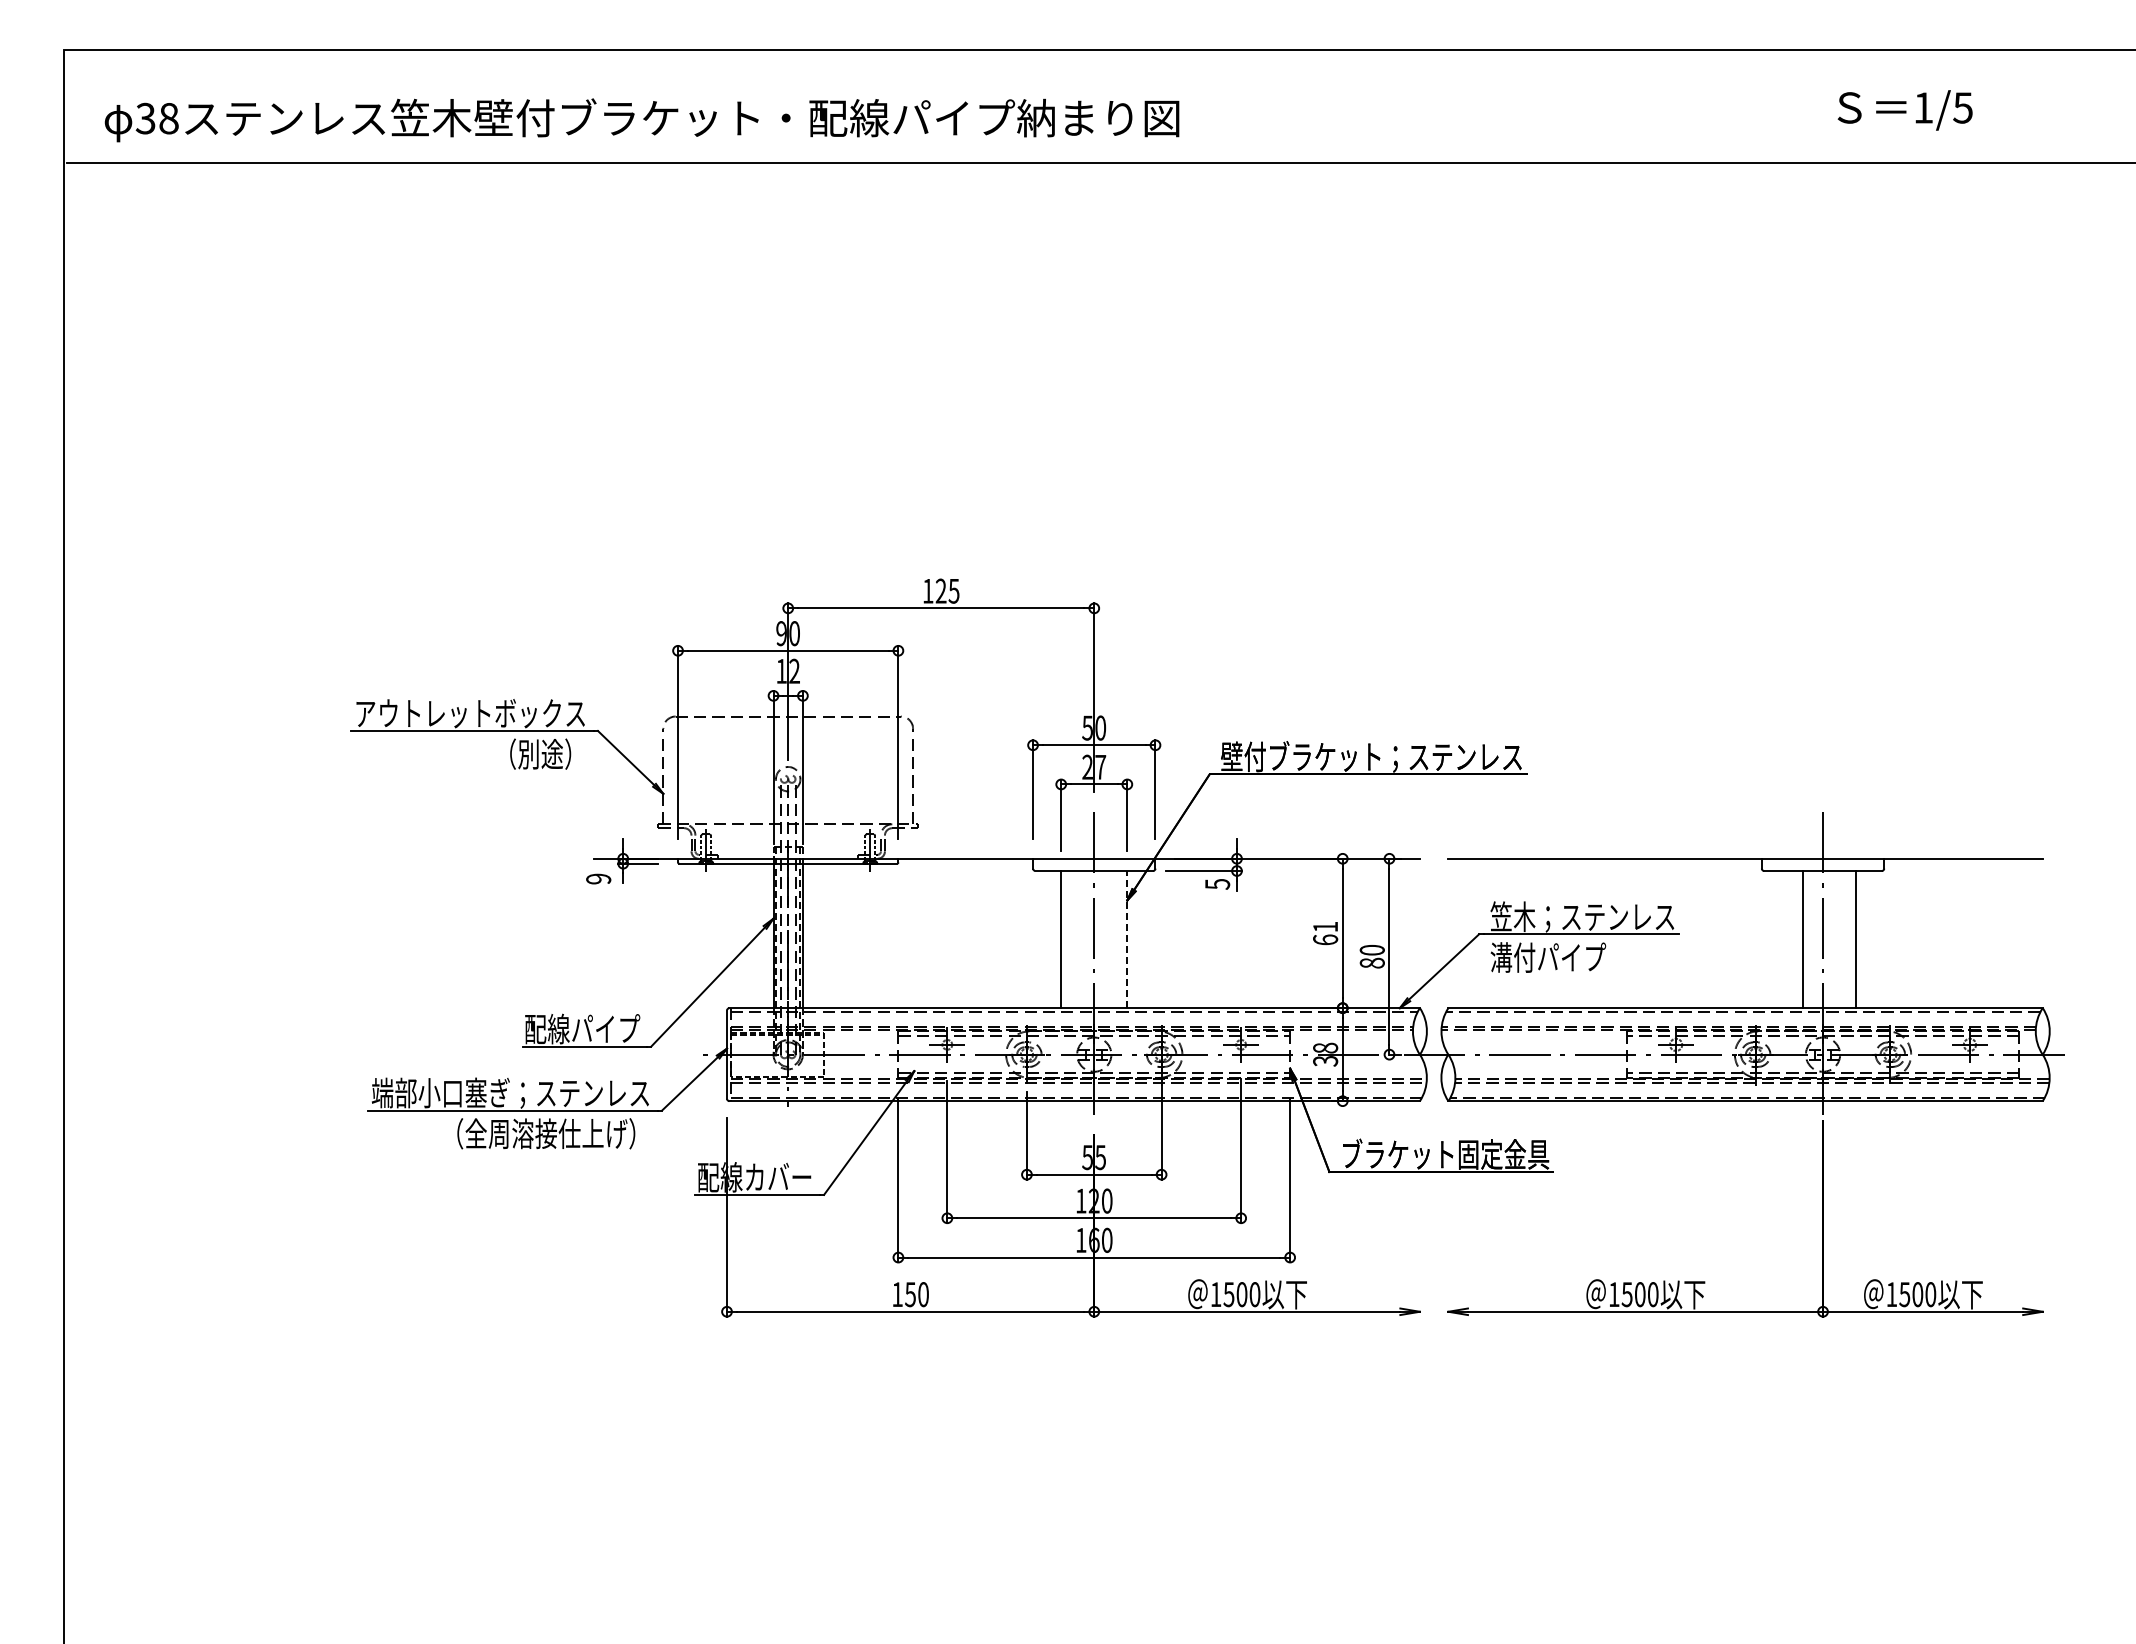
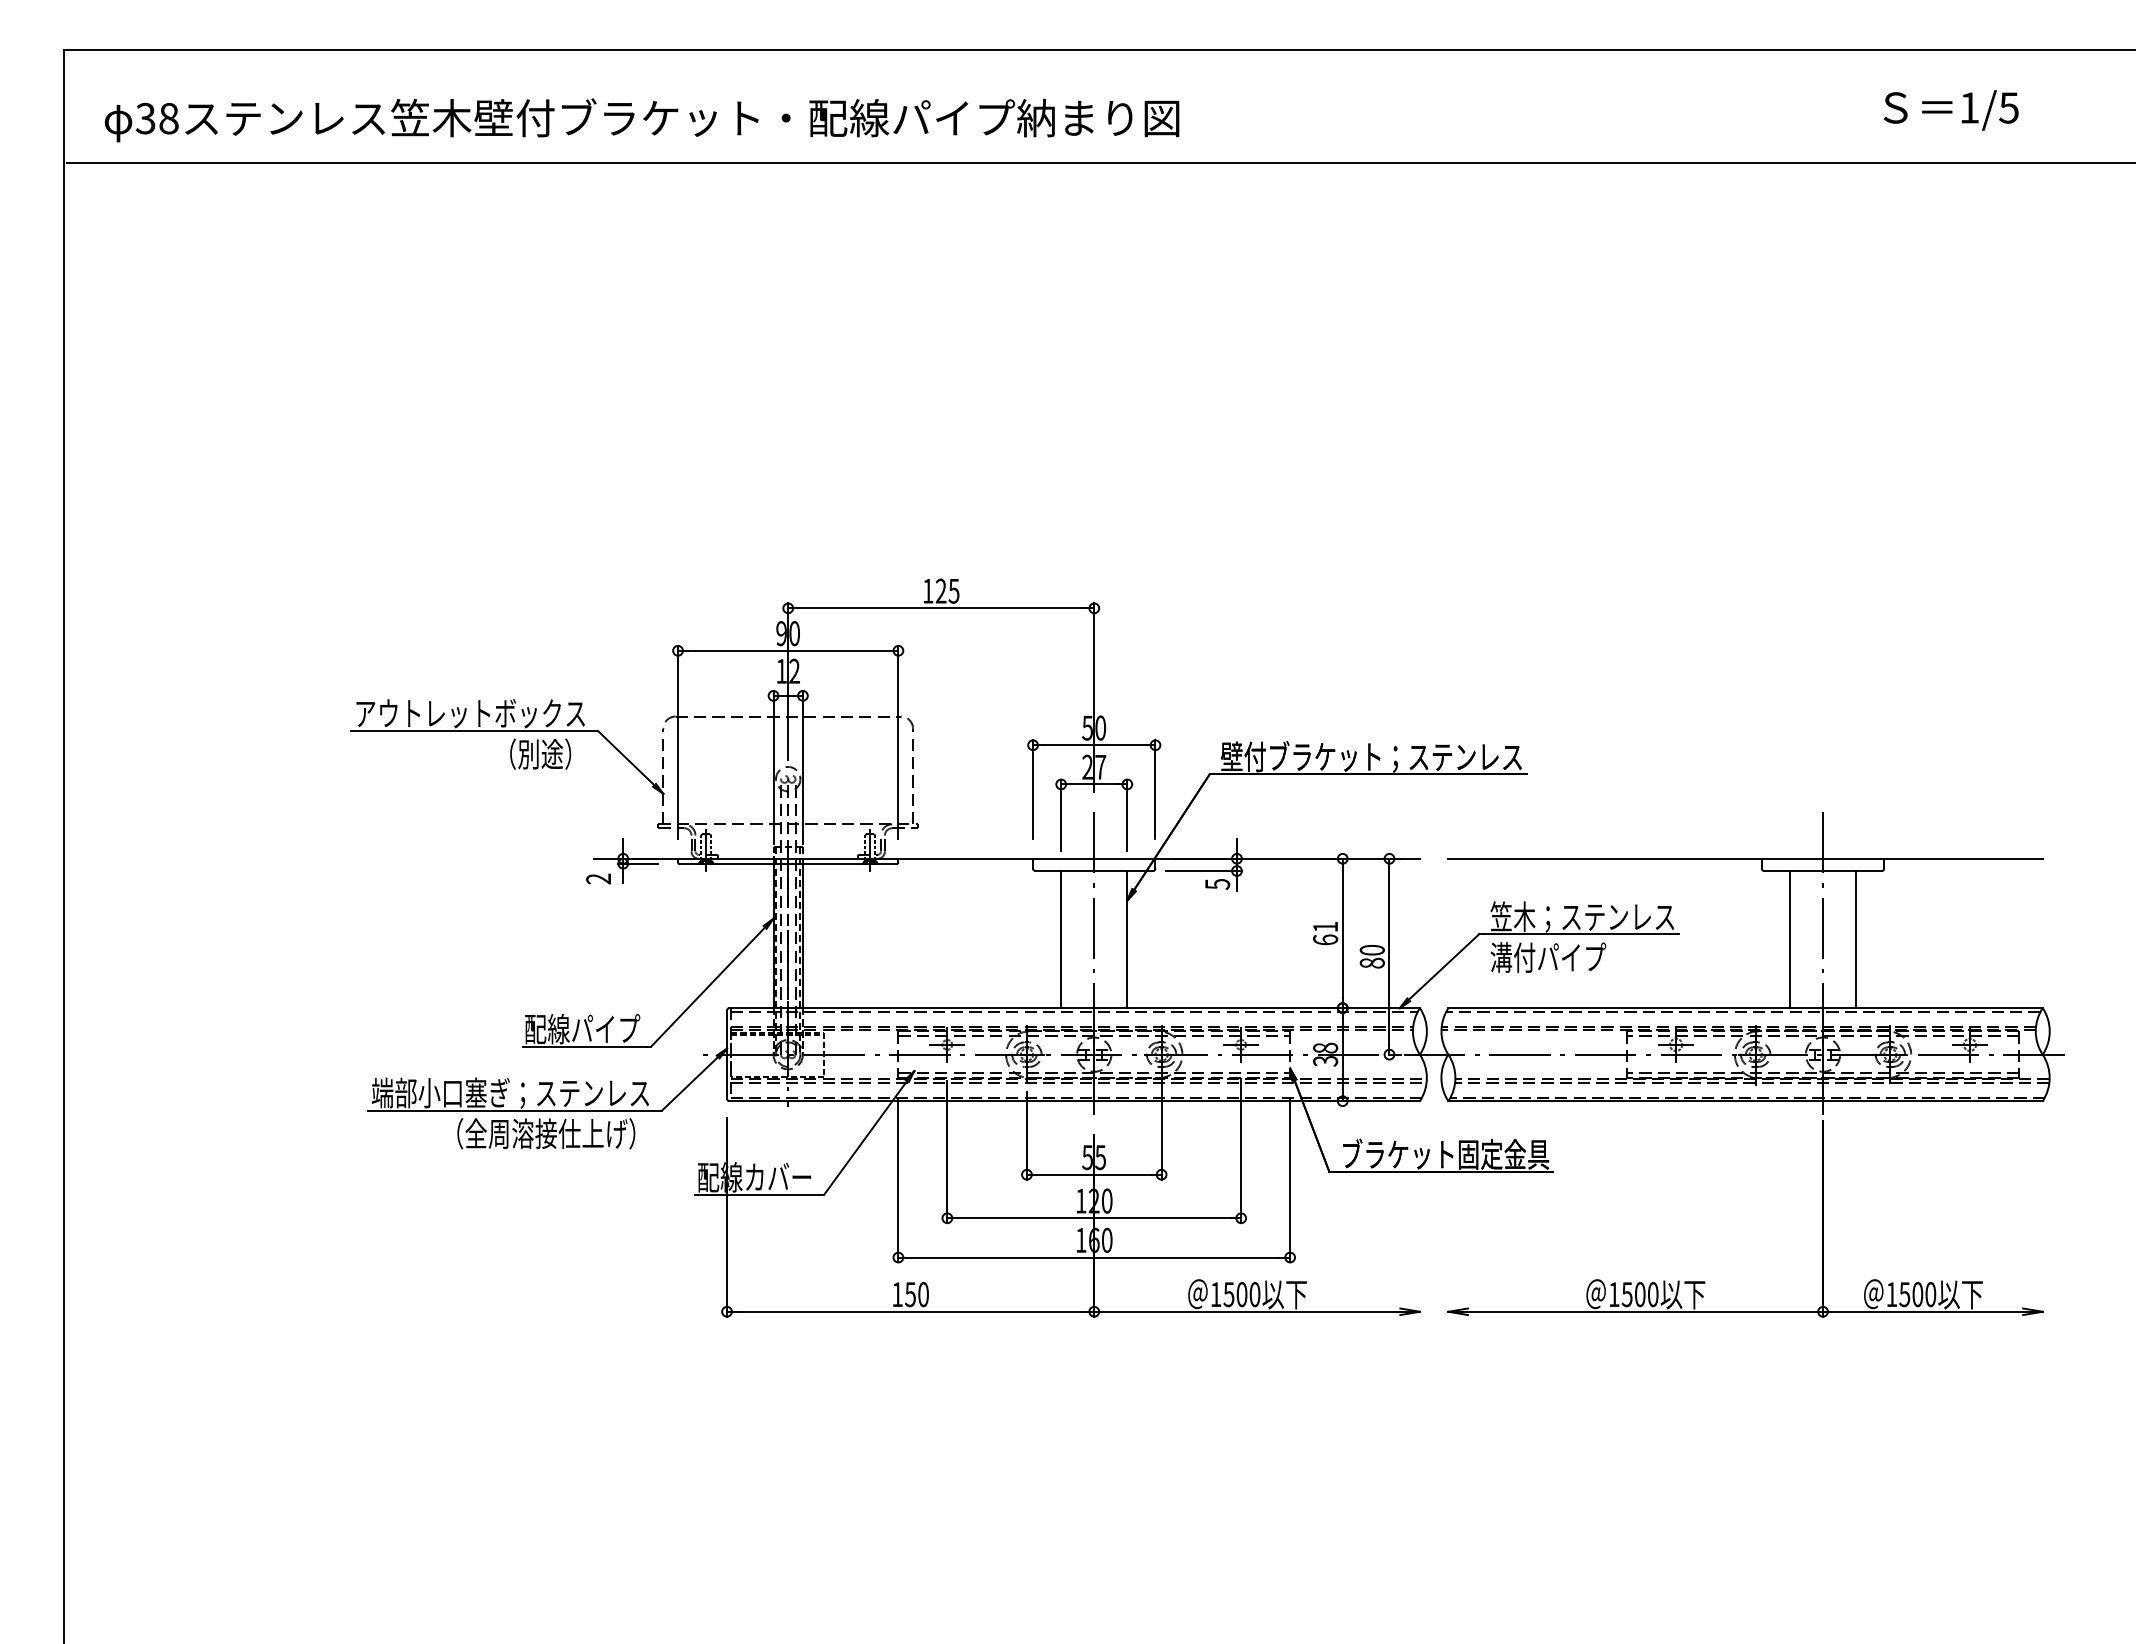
text at (1904, 110) position: (1904, 110) -> (1950, 110)
text at (598, 878): 9 -> 2
line at (1127, 939): dashed -> solid
line at (1802, 939) position: (1802, 939) -> (1789, 939)
